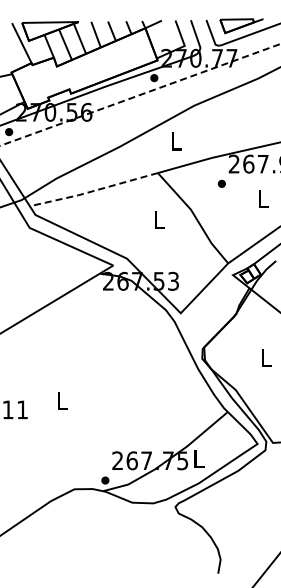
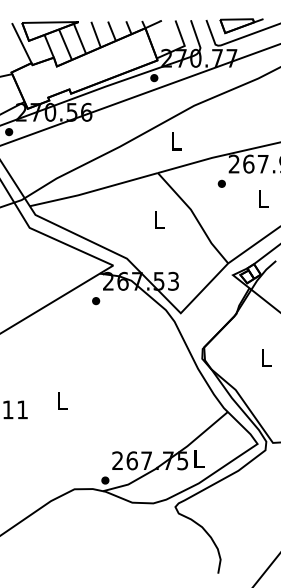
line at (141, 94): dashed -> solid
line at (93, 191): dashed -> solid
part at (96, 301): none -> present
